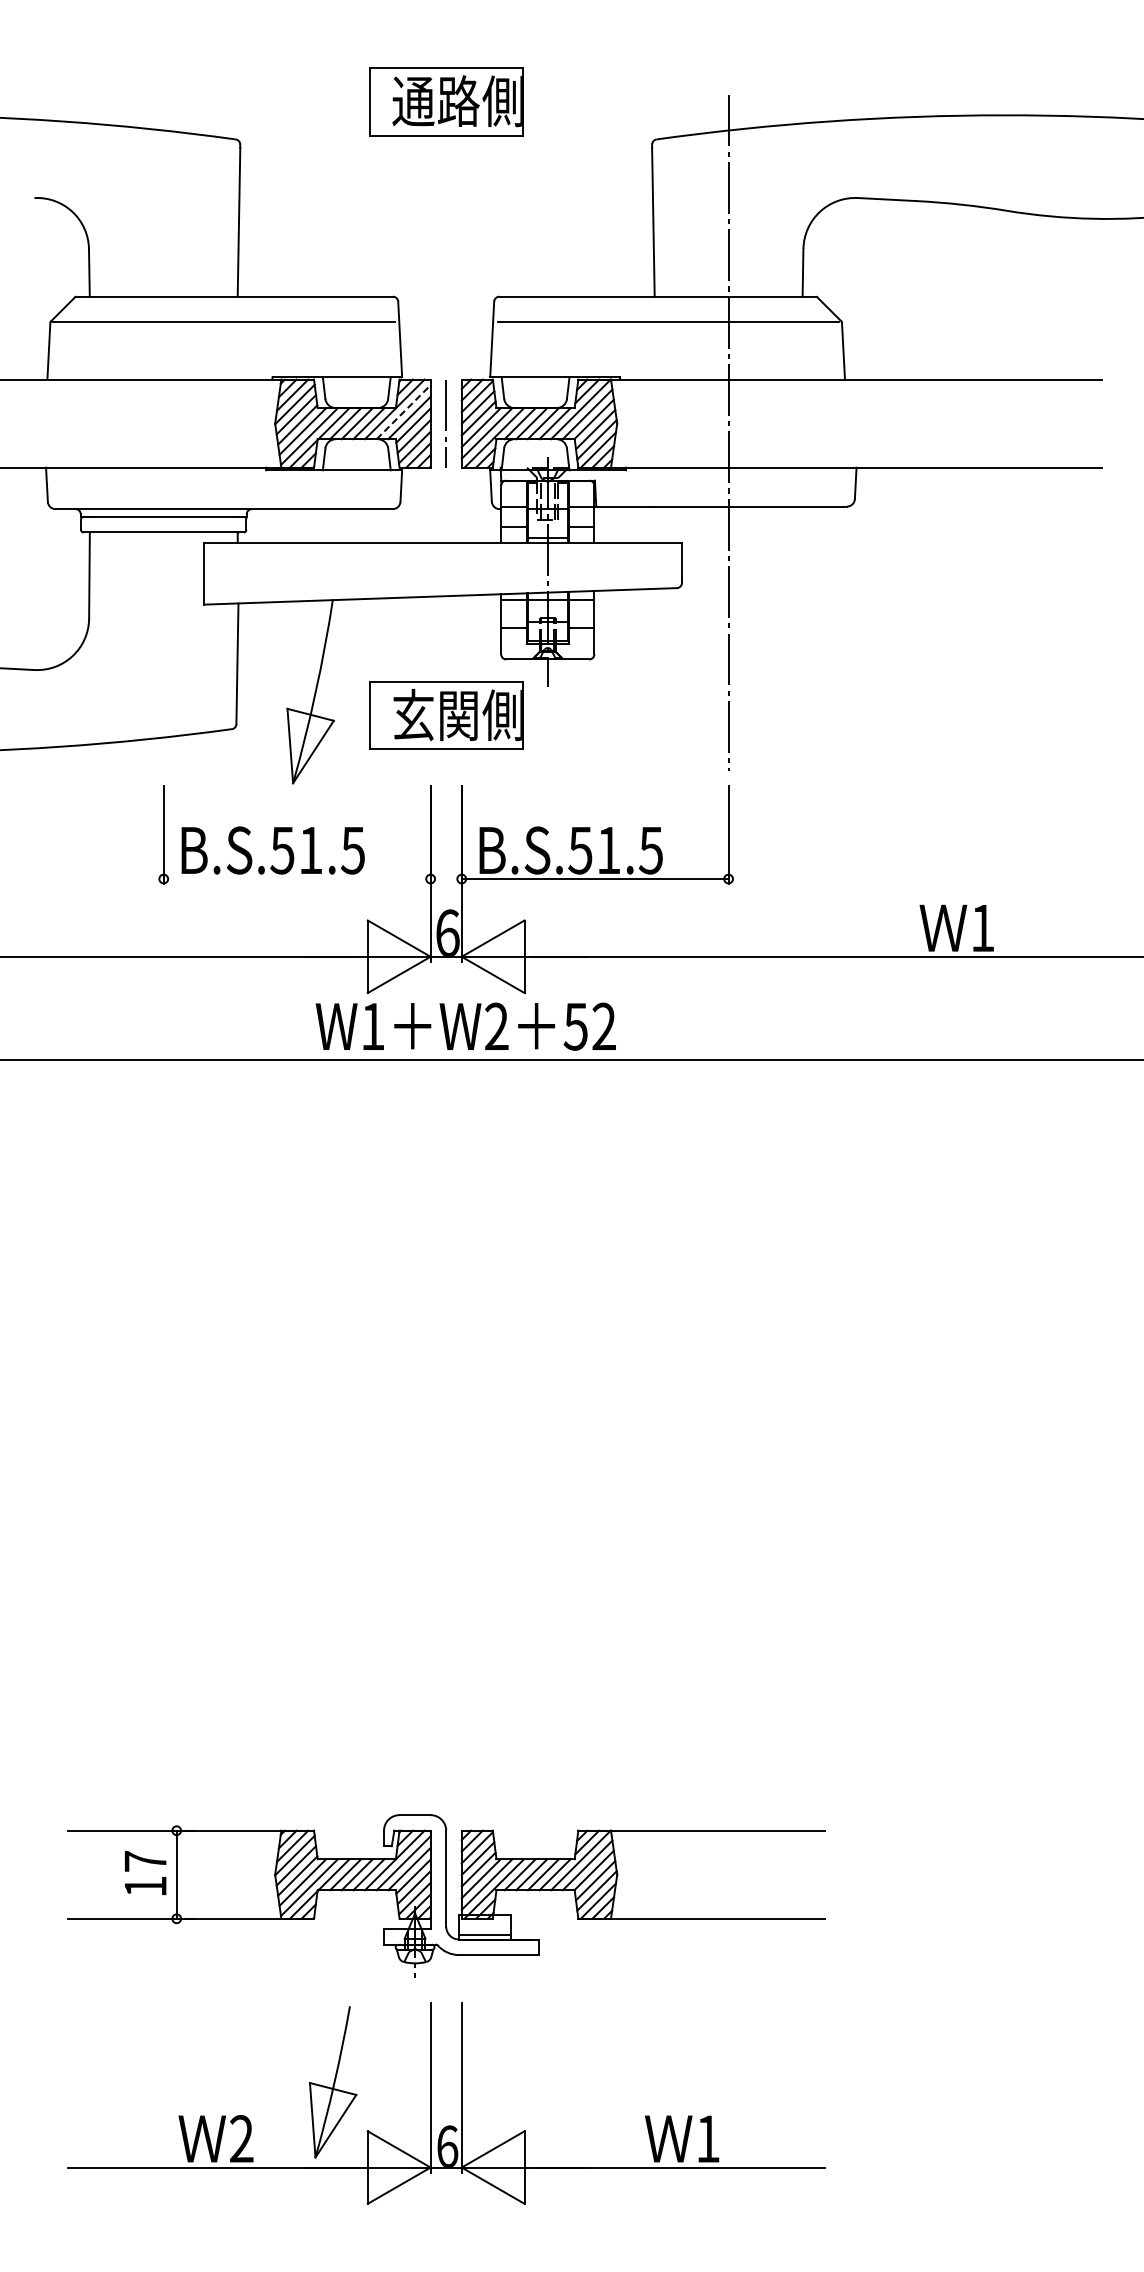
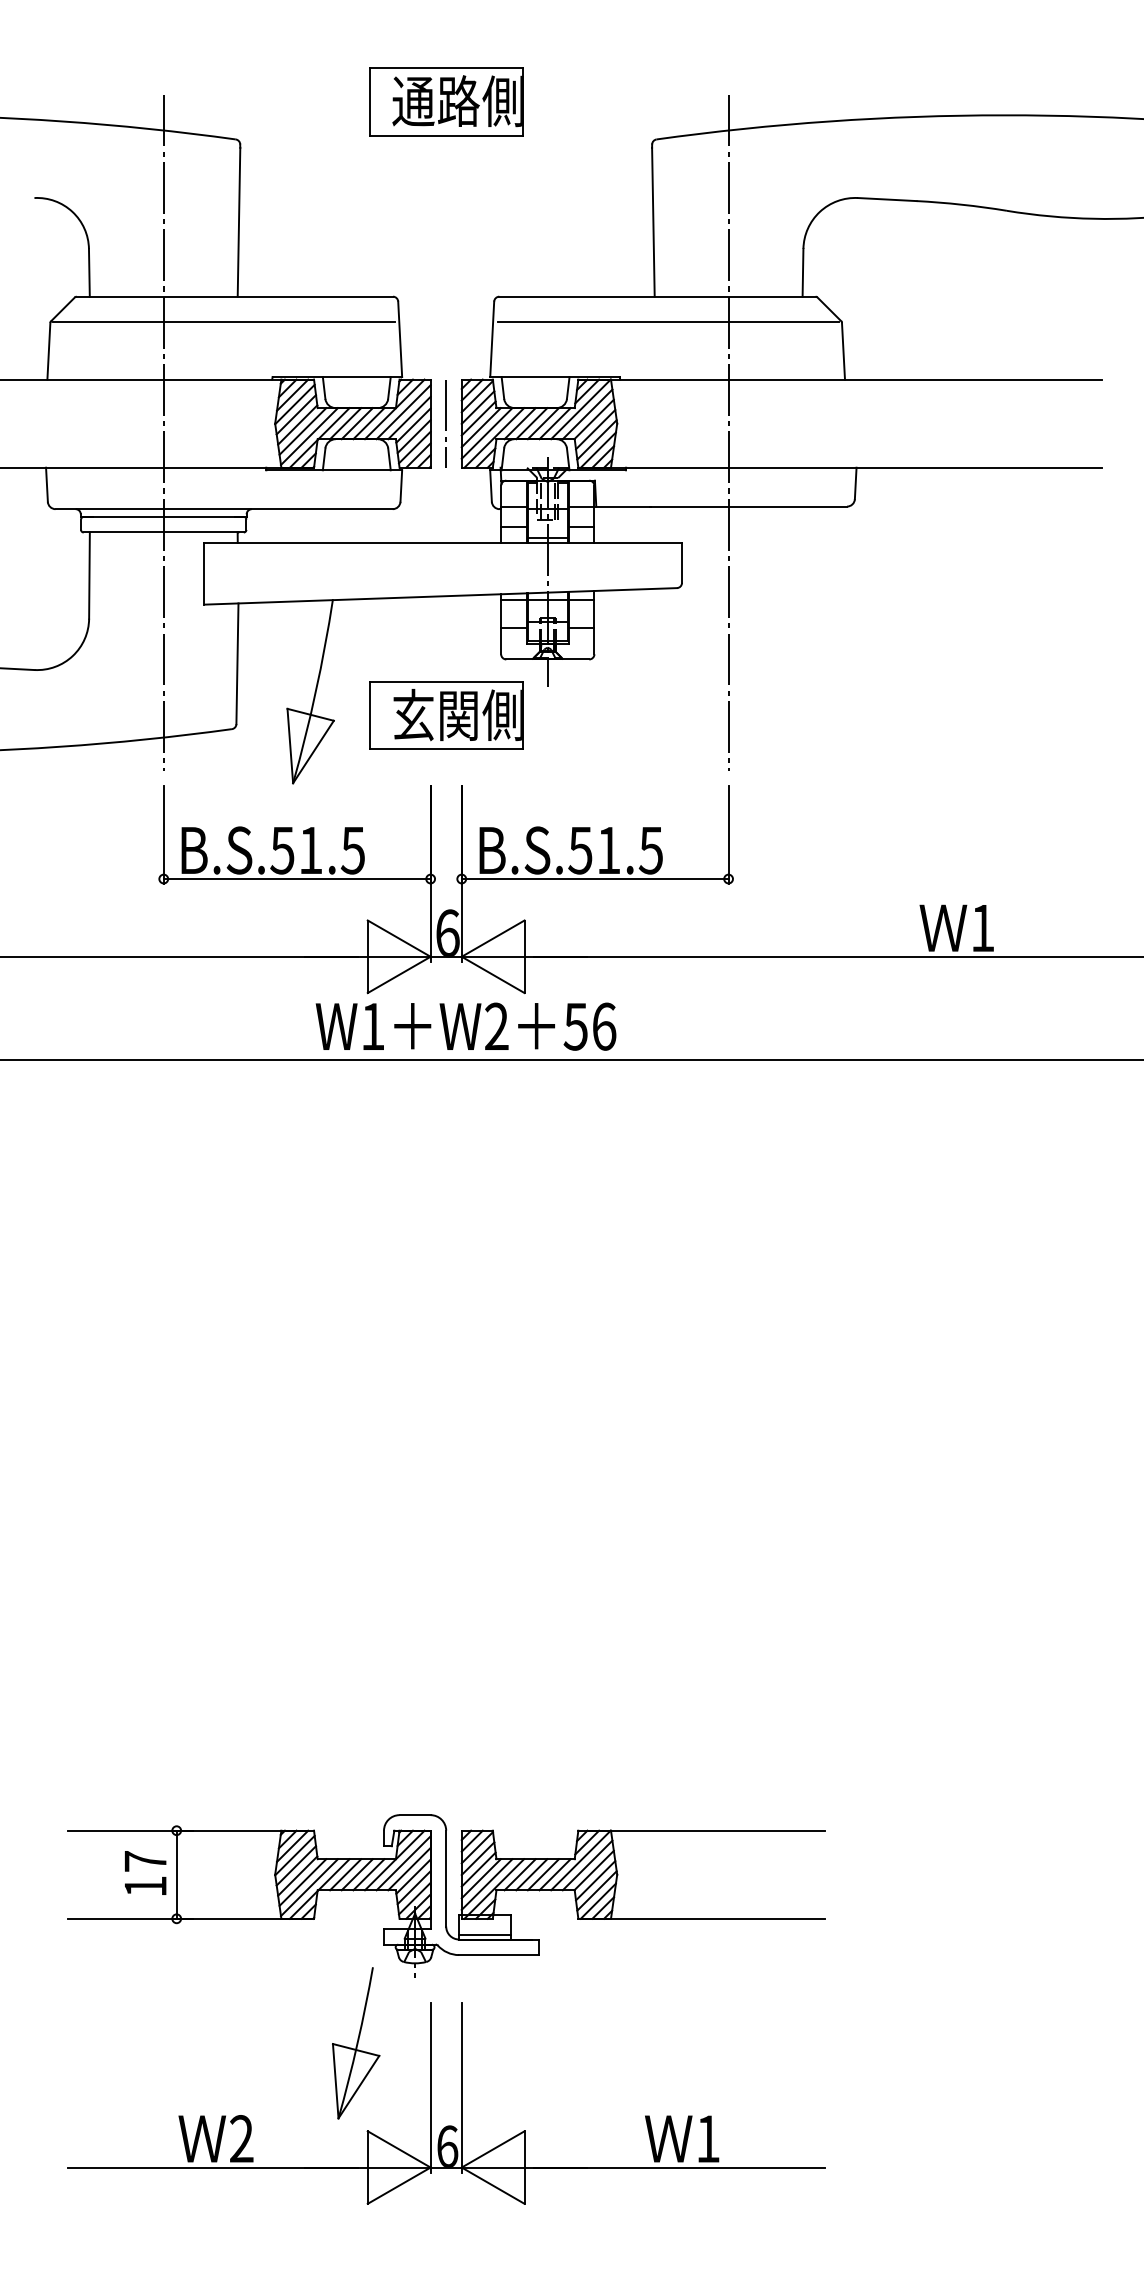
line at (404, 411): dashed -> solid
line at (163, 432): none -> present
line at (296, 879): none -> present
text at (604, 1026): 52 -> 56
part at (333, 2082) position: (333, 2082) -> (356, 2043)
